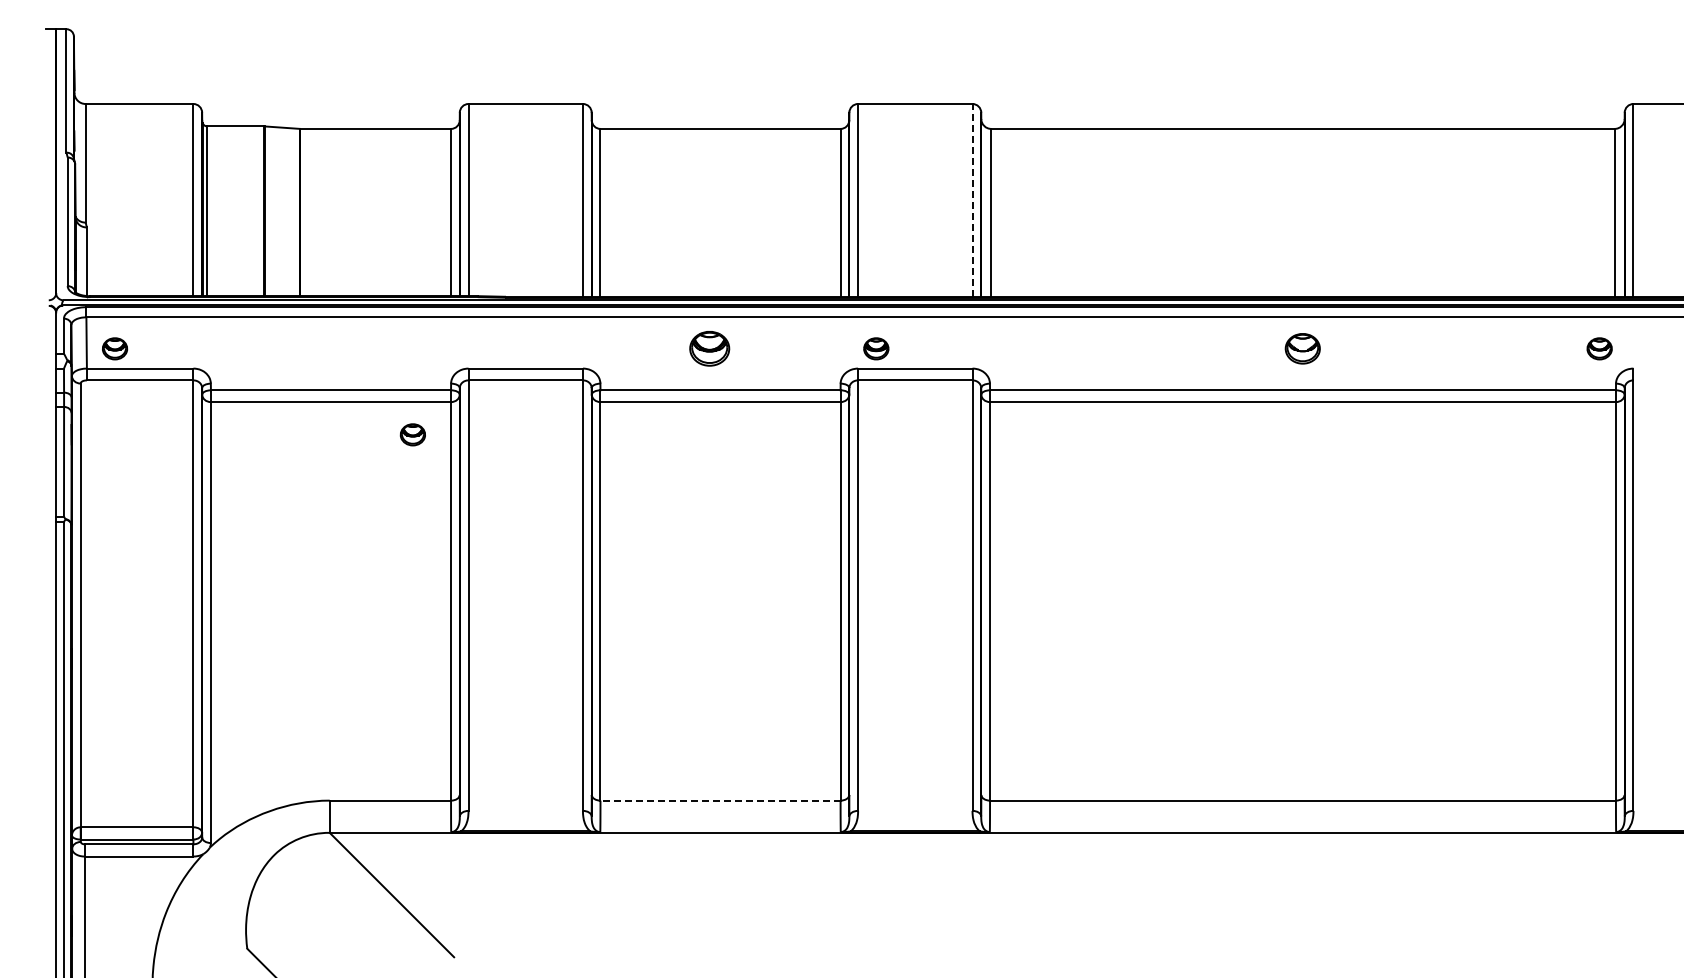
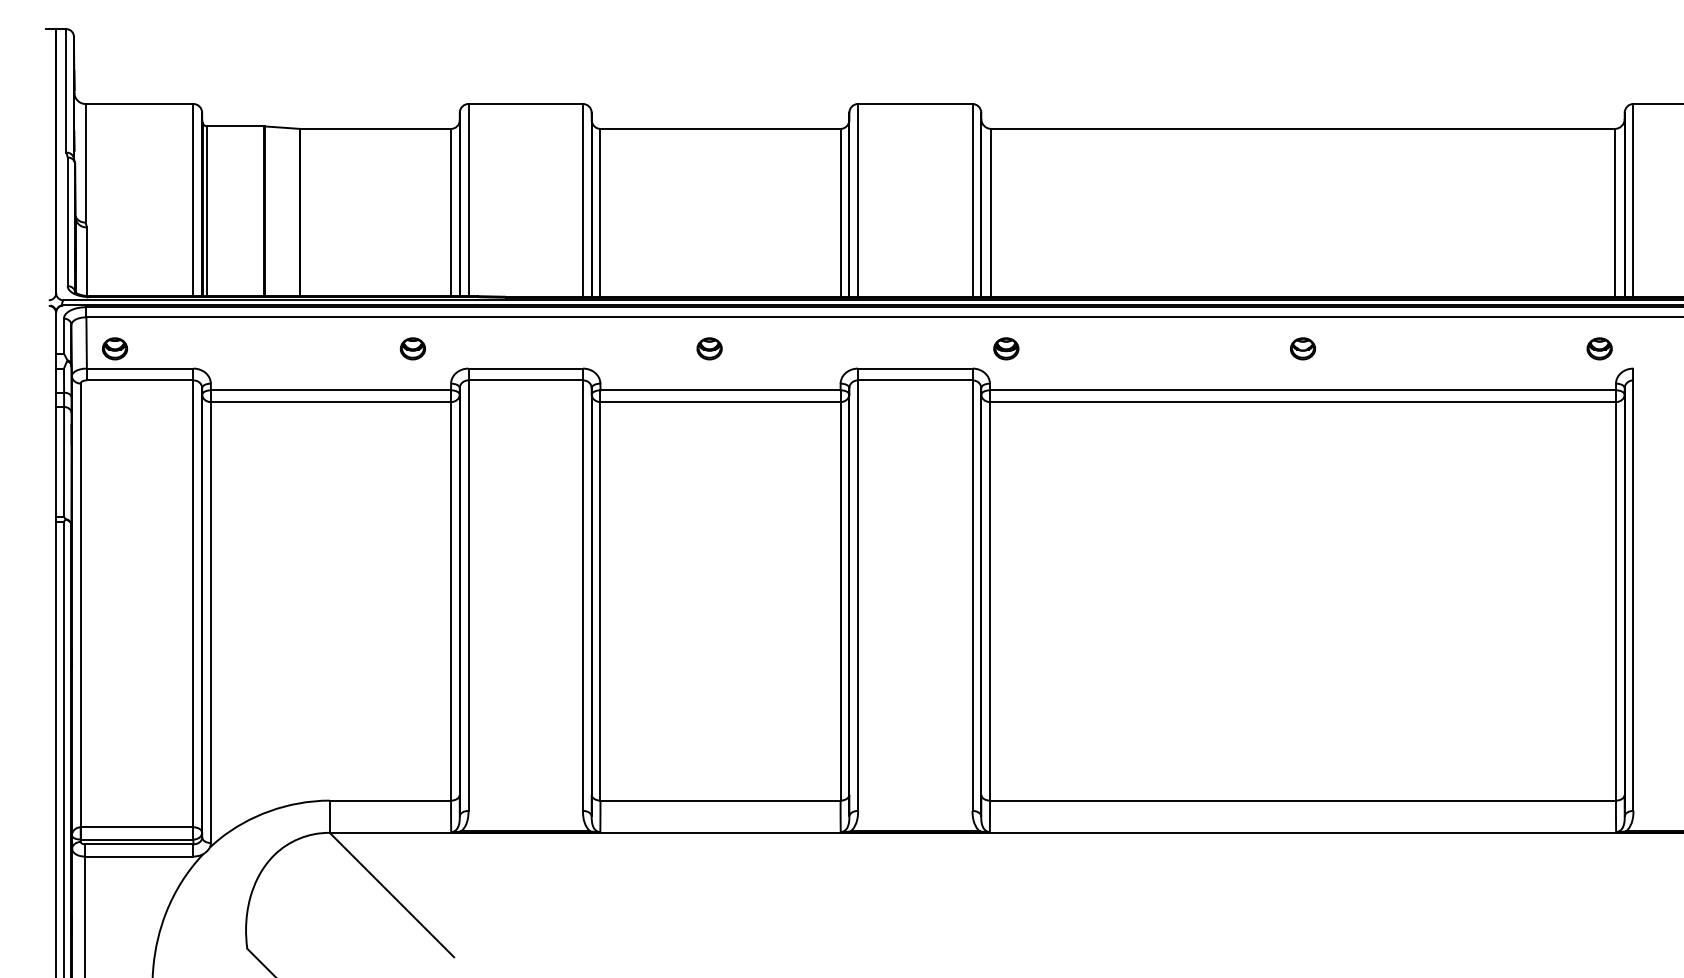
line at (972, 199): dashed -> solid
part at (709, 348) size: 42x36 px -> 27x24 px
part at (876, 348) position: (876, 348) -> (1006, 348)
part at (1302, 348) size: 37x32 px -> 27x24 px
part at (412, 434) position: (412, 434) -> (412, 348)
line at (720, 800): dashed -> solid
